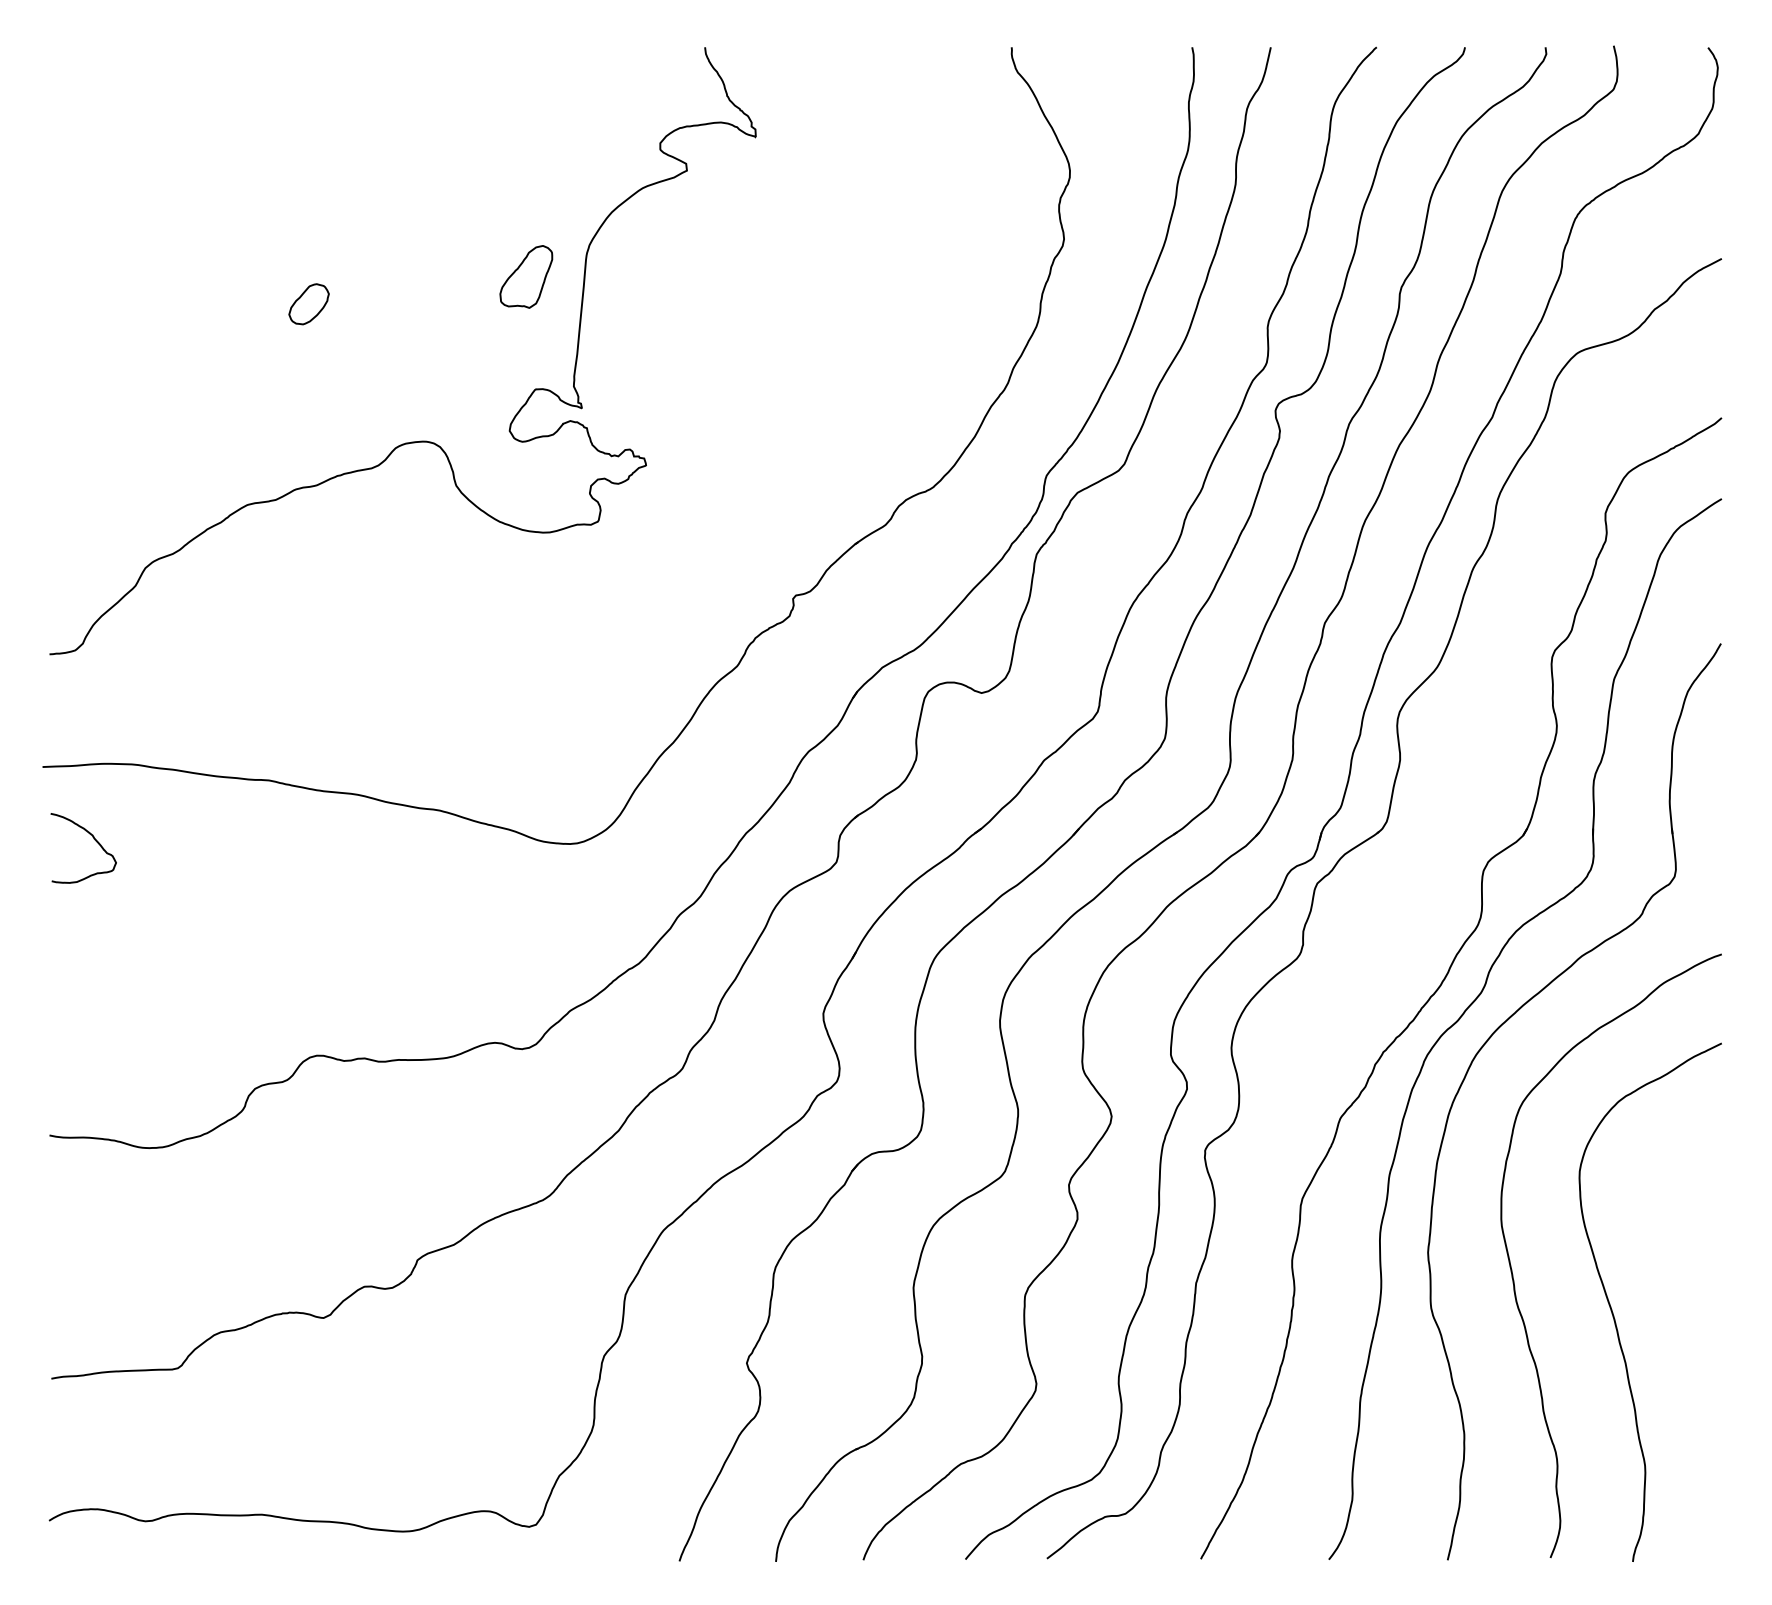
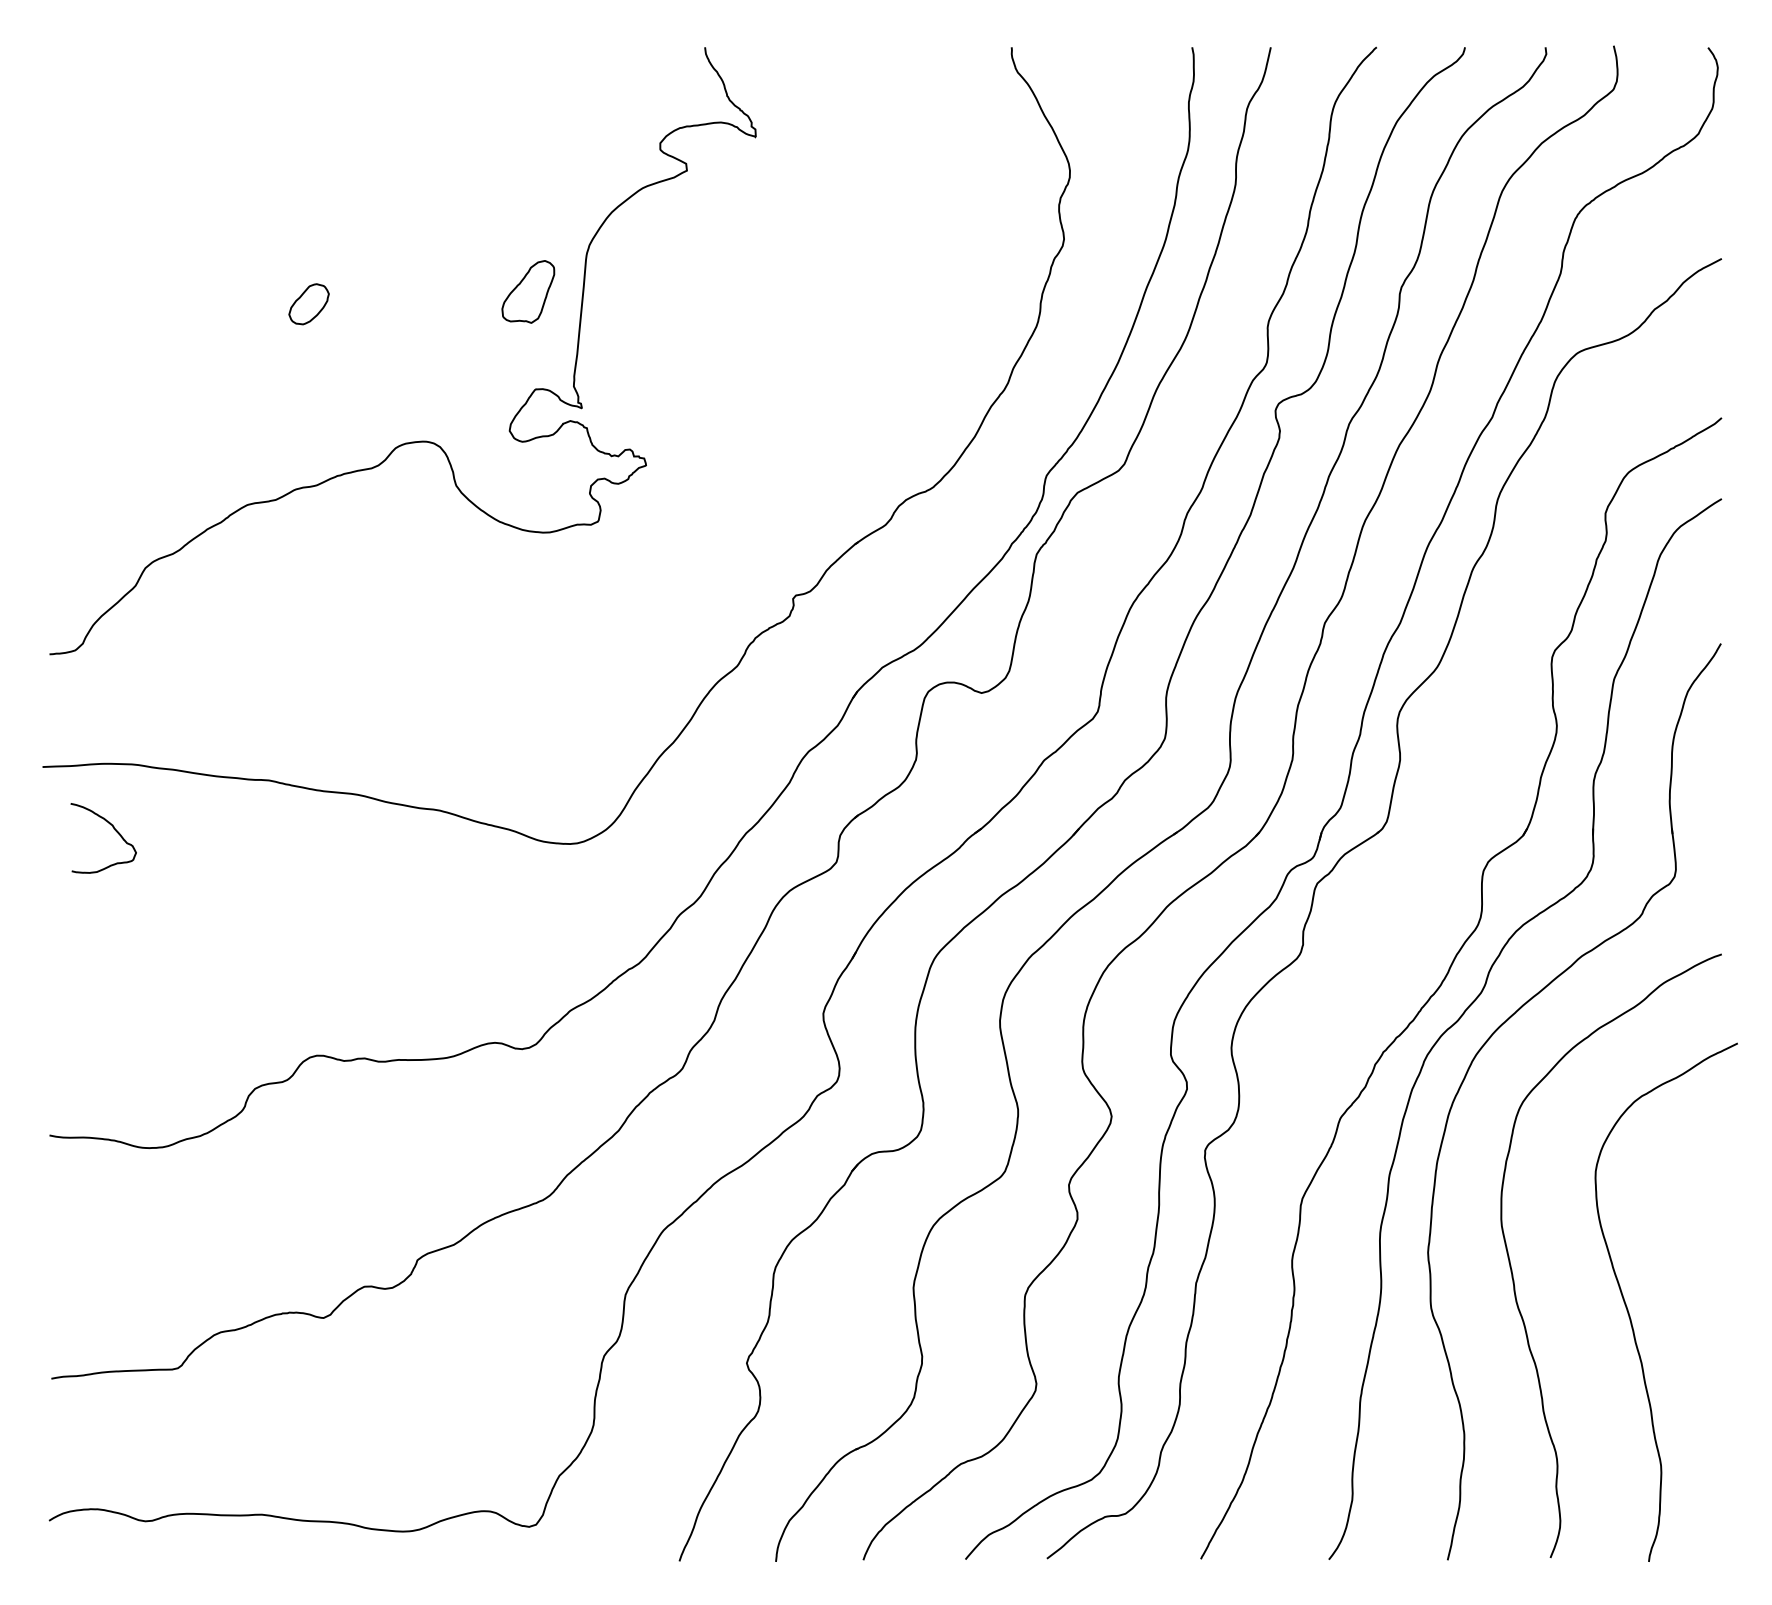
part at (526, 276) position: (526, 276) -> (528, 291)
curve at (94, 840) position: (94, 840) -> (114, 830)
curve at (1613, 1312) position: (1613, 1312) -> (1629, 1312)
